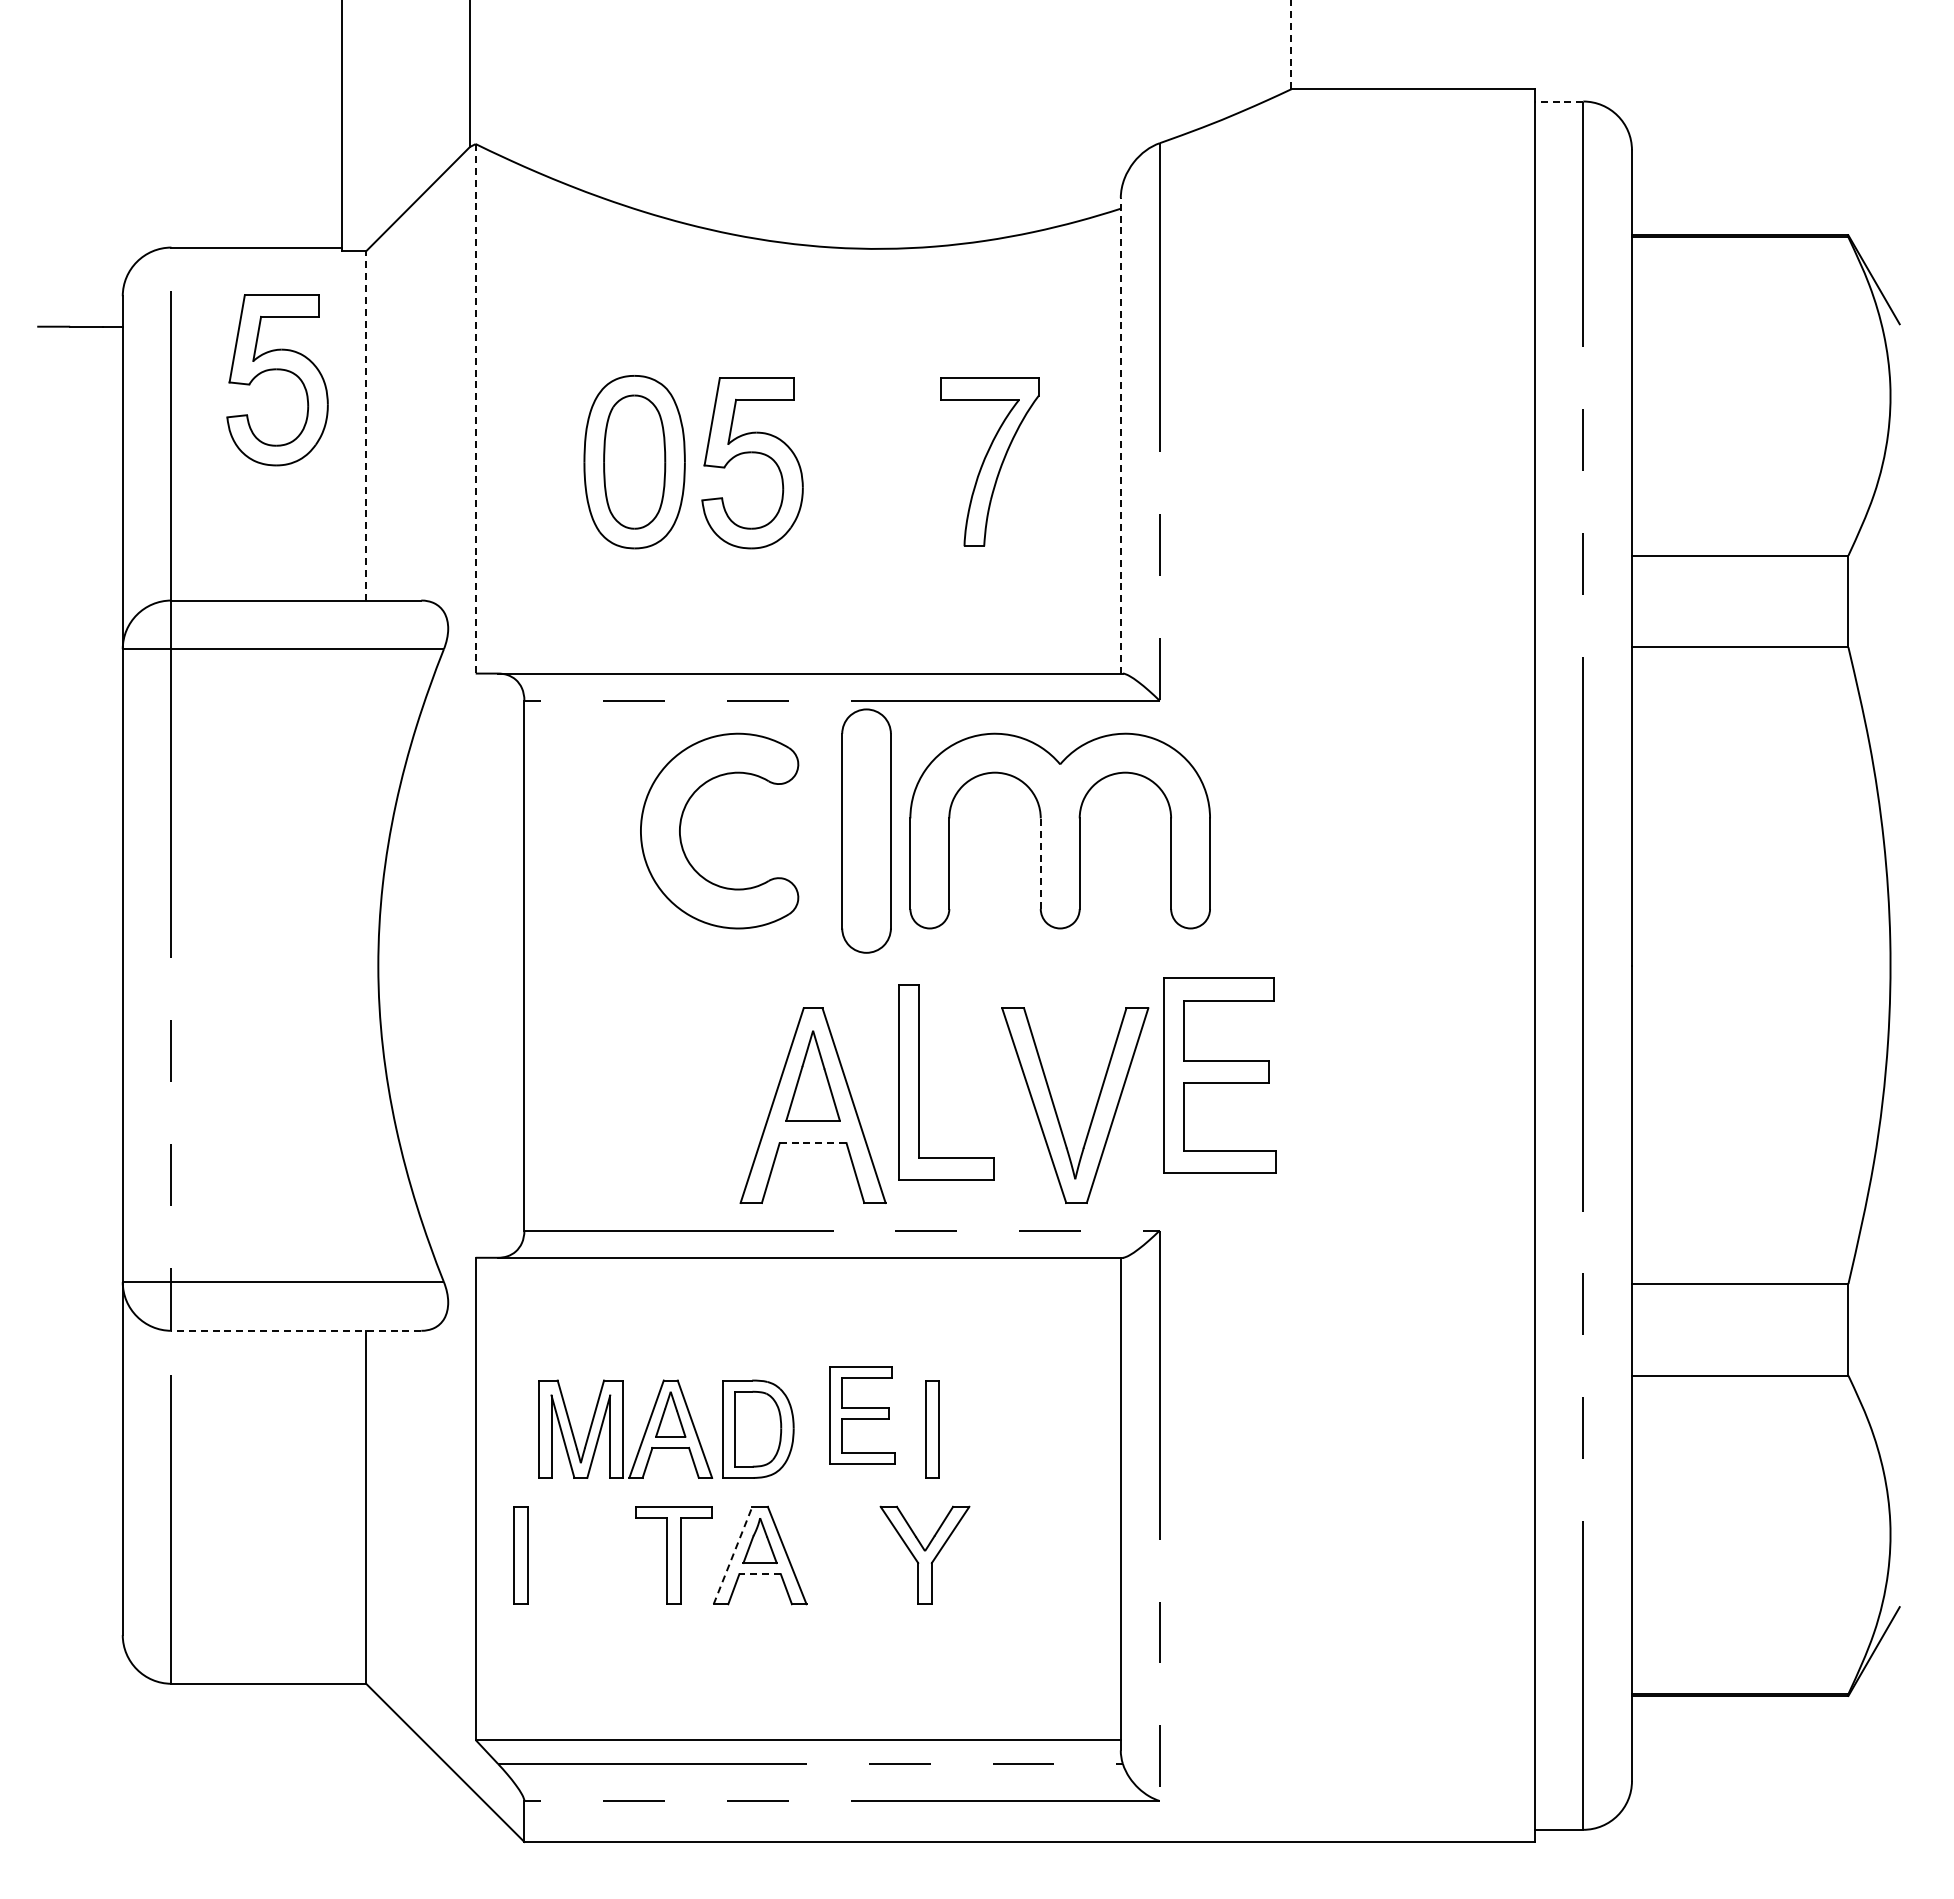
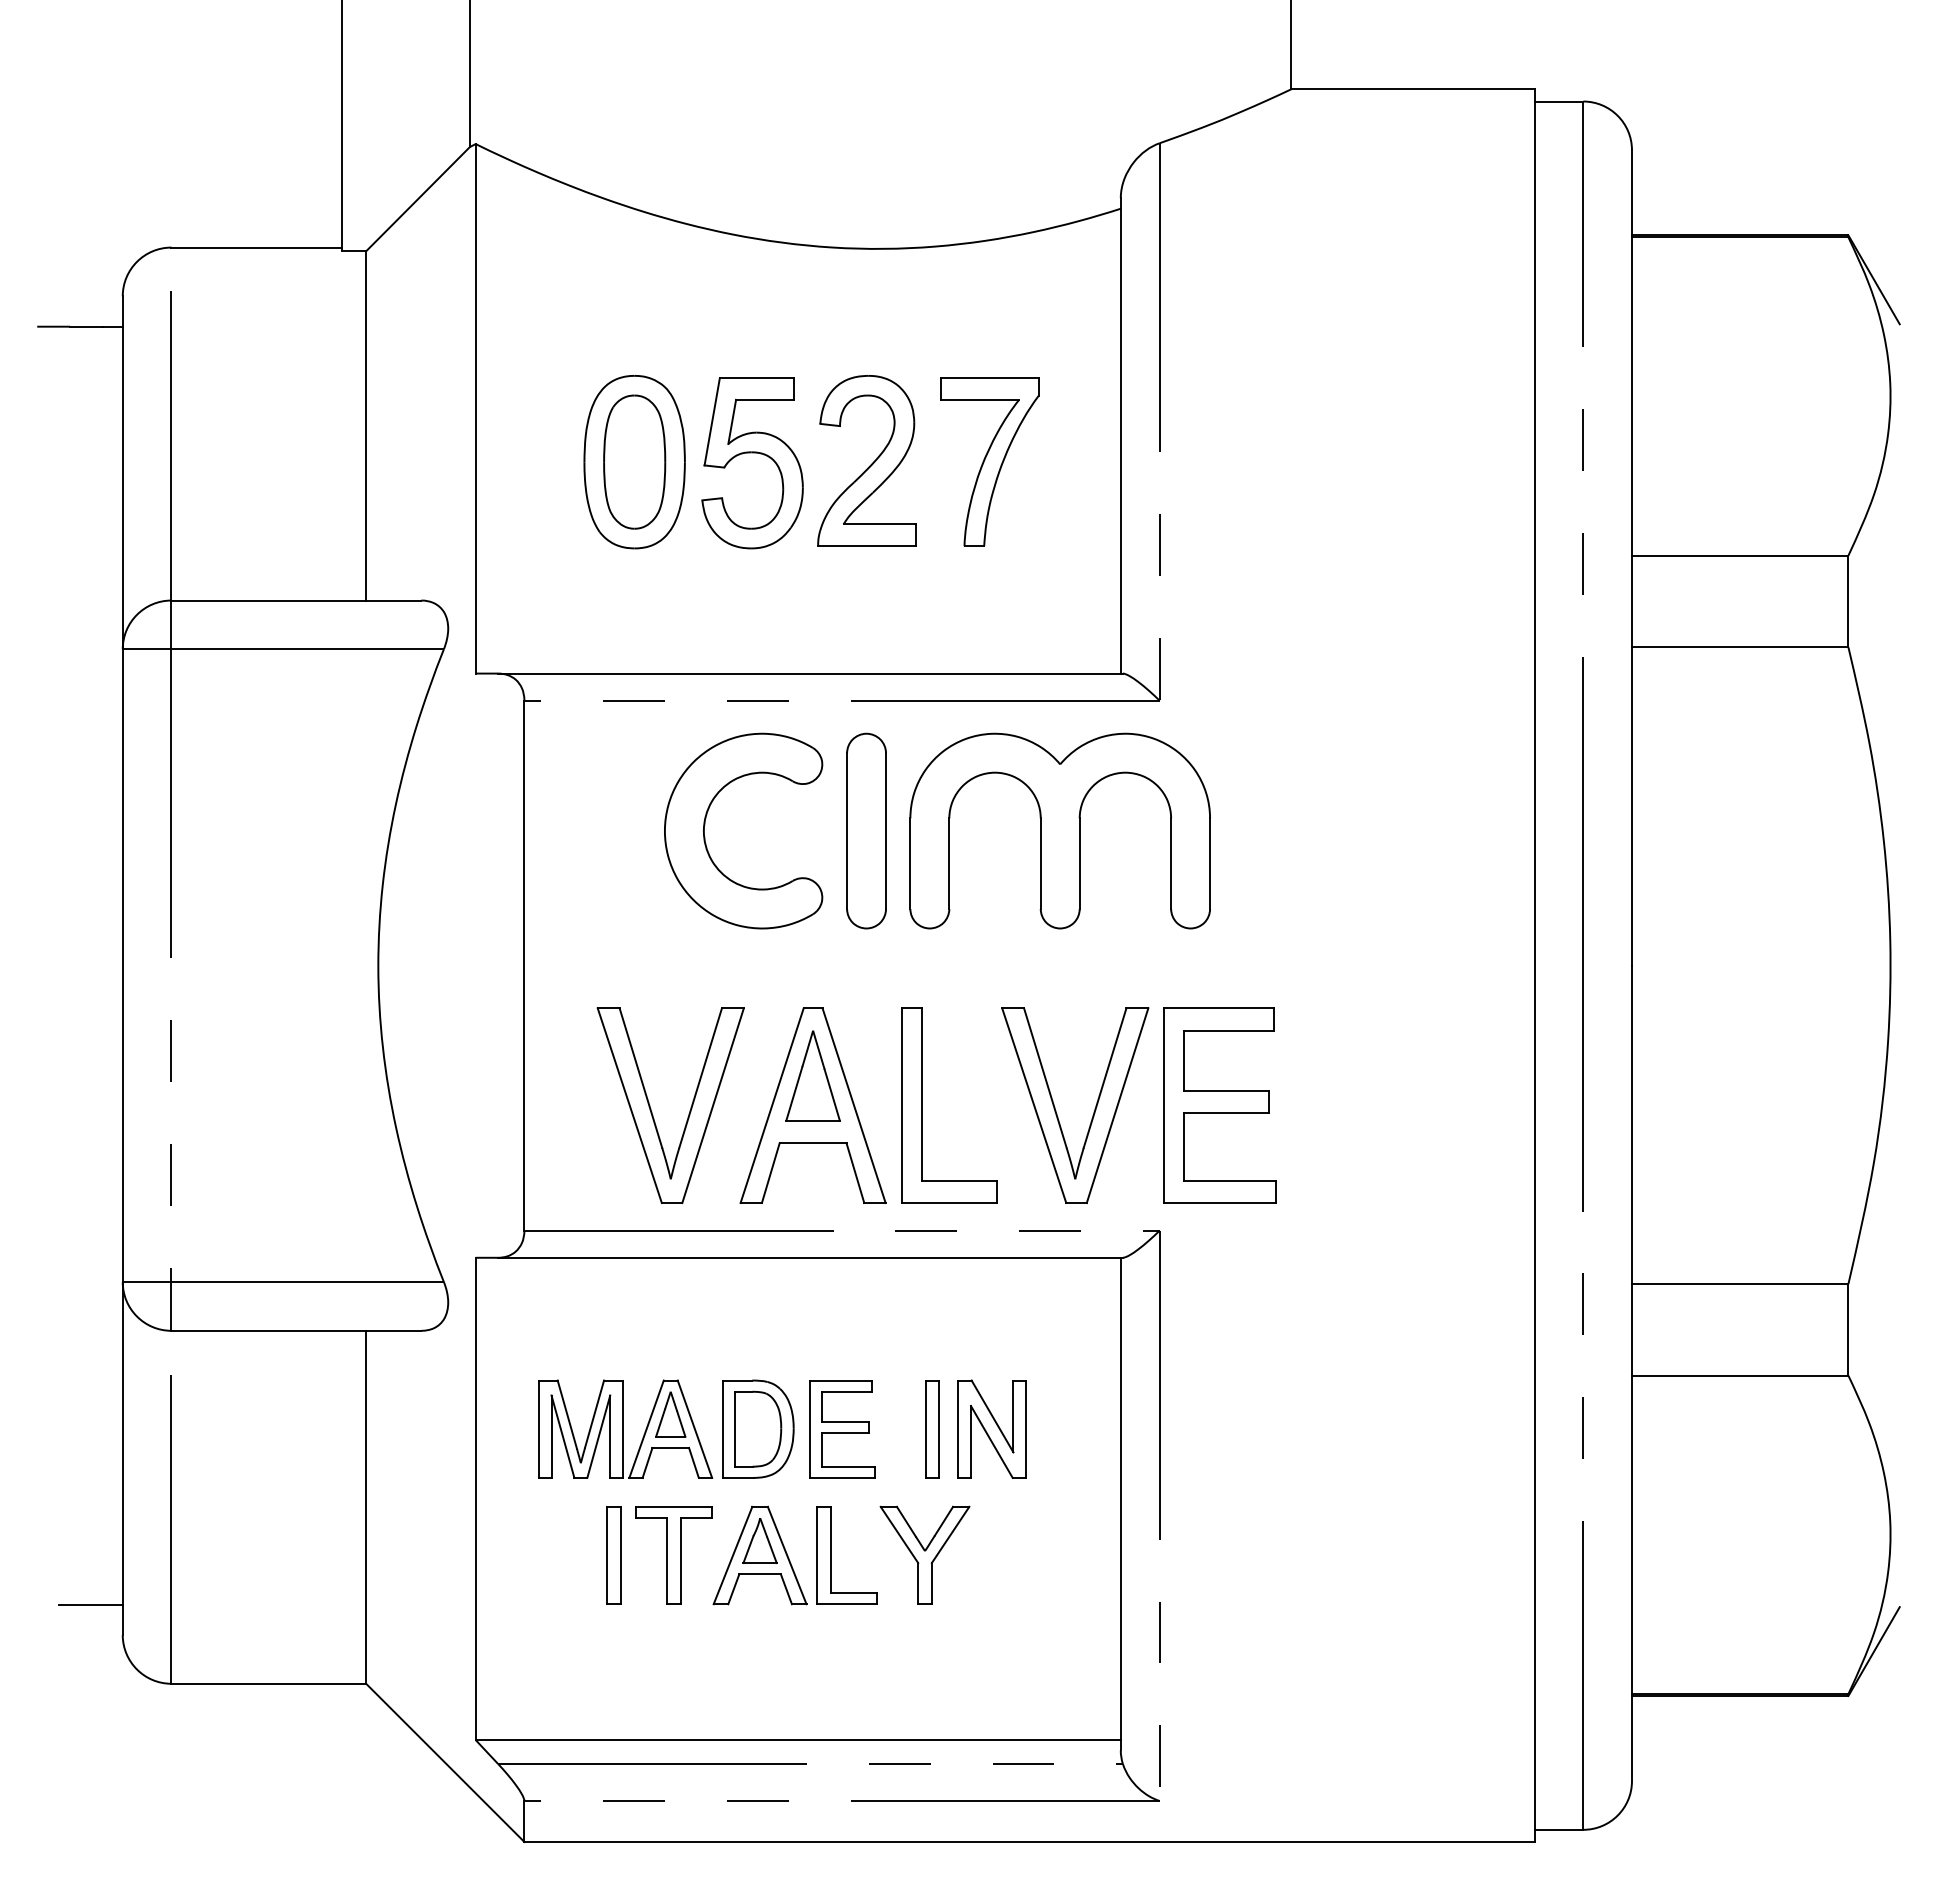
line at (1291, 44): dashed -> solid
line at (1558, 101): dashed -> solid
part at (277, 370): present -> none
line at (475, 408): dashed -> solid
line at (366, 425): dashed -> solid
line at (1120, 435): dashed -> solid
part at (866, 460): none -> present
part at (681, 825) position: (681, 825) -> (705, 825)
part at (866, 830) size: 51x246 px -> 41x198 px
line at (1040, 863): dashed -> solid
part at (1219, 1075) position: (1219, 1075) -> (1219, 1105)
part at (919, 1082) position: (919, 1082) -> (922, 1105)
part at (651, 1108): none -> present
line at (813, 1143): dashed -> solid
line at (296, 1330): dashed -> solid
part at (862, 1415) position: (862, 1415) -> (842, 1429)
part at (991, 1428): none -> present
part at (520, 1555) position: (520, 1555) -> (613, 1555)
line at (733, 1555): dashed -> solid
part at (831, 1555): none -> present
line at (760, 1574): dashed -> solid
line at (90, 1604): none -> present
